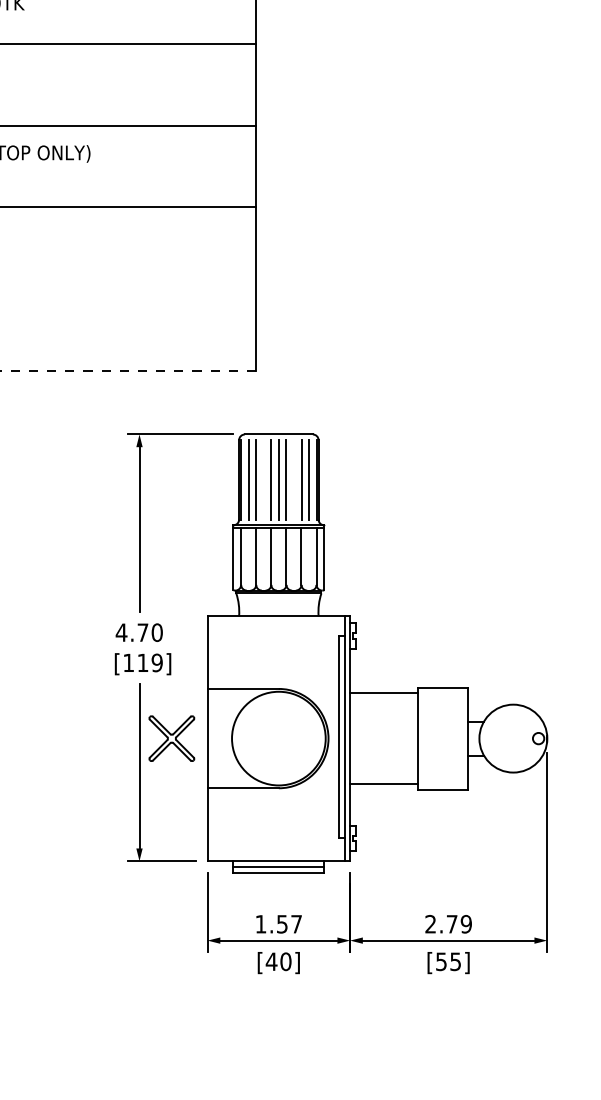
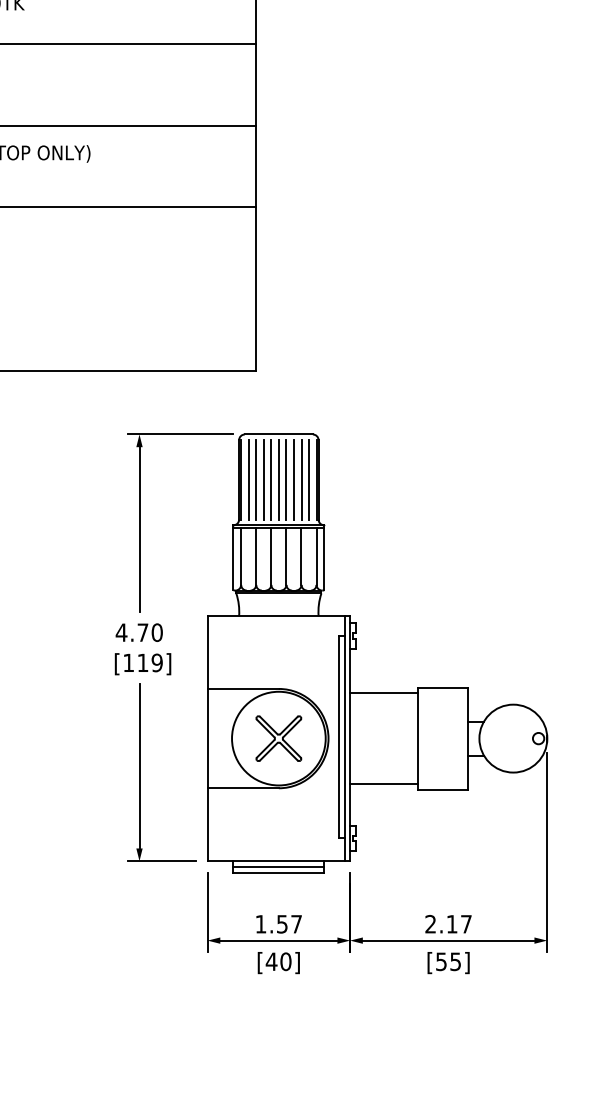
line at (128, 370): dashed -> solid
line at (263, 479): none -> present
line at (294, 479): none -> present
part at (171, 738) position: (171, 738) -> (278, 738)
text at (459, 924): 2.79 -> 2.17
